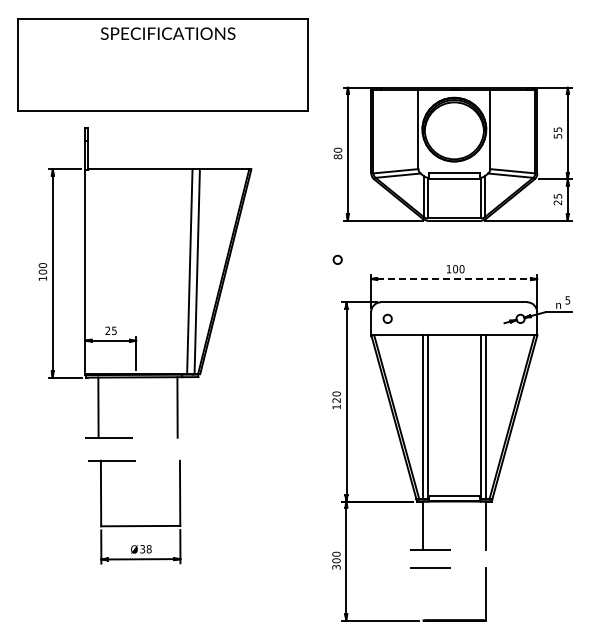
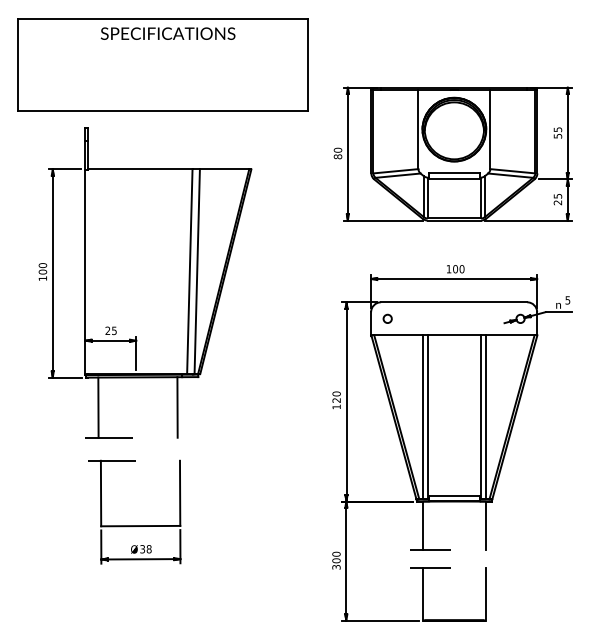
circle at (337, 259): present -> none
line at (454, 279): dashed -> solid
line at (422, 594): none -> present
